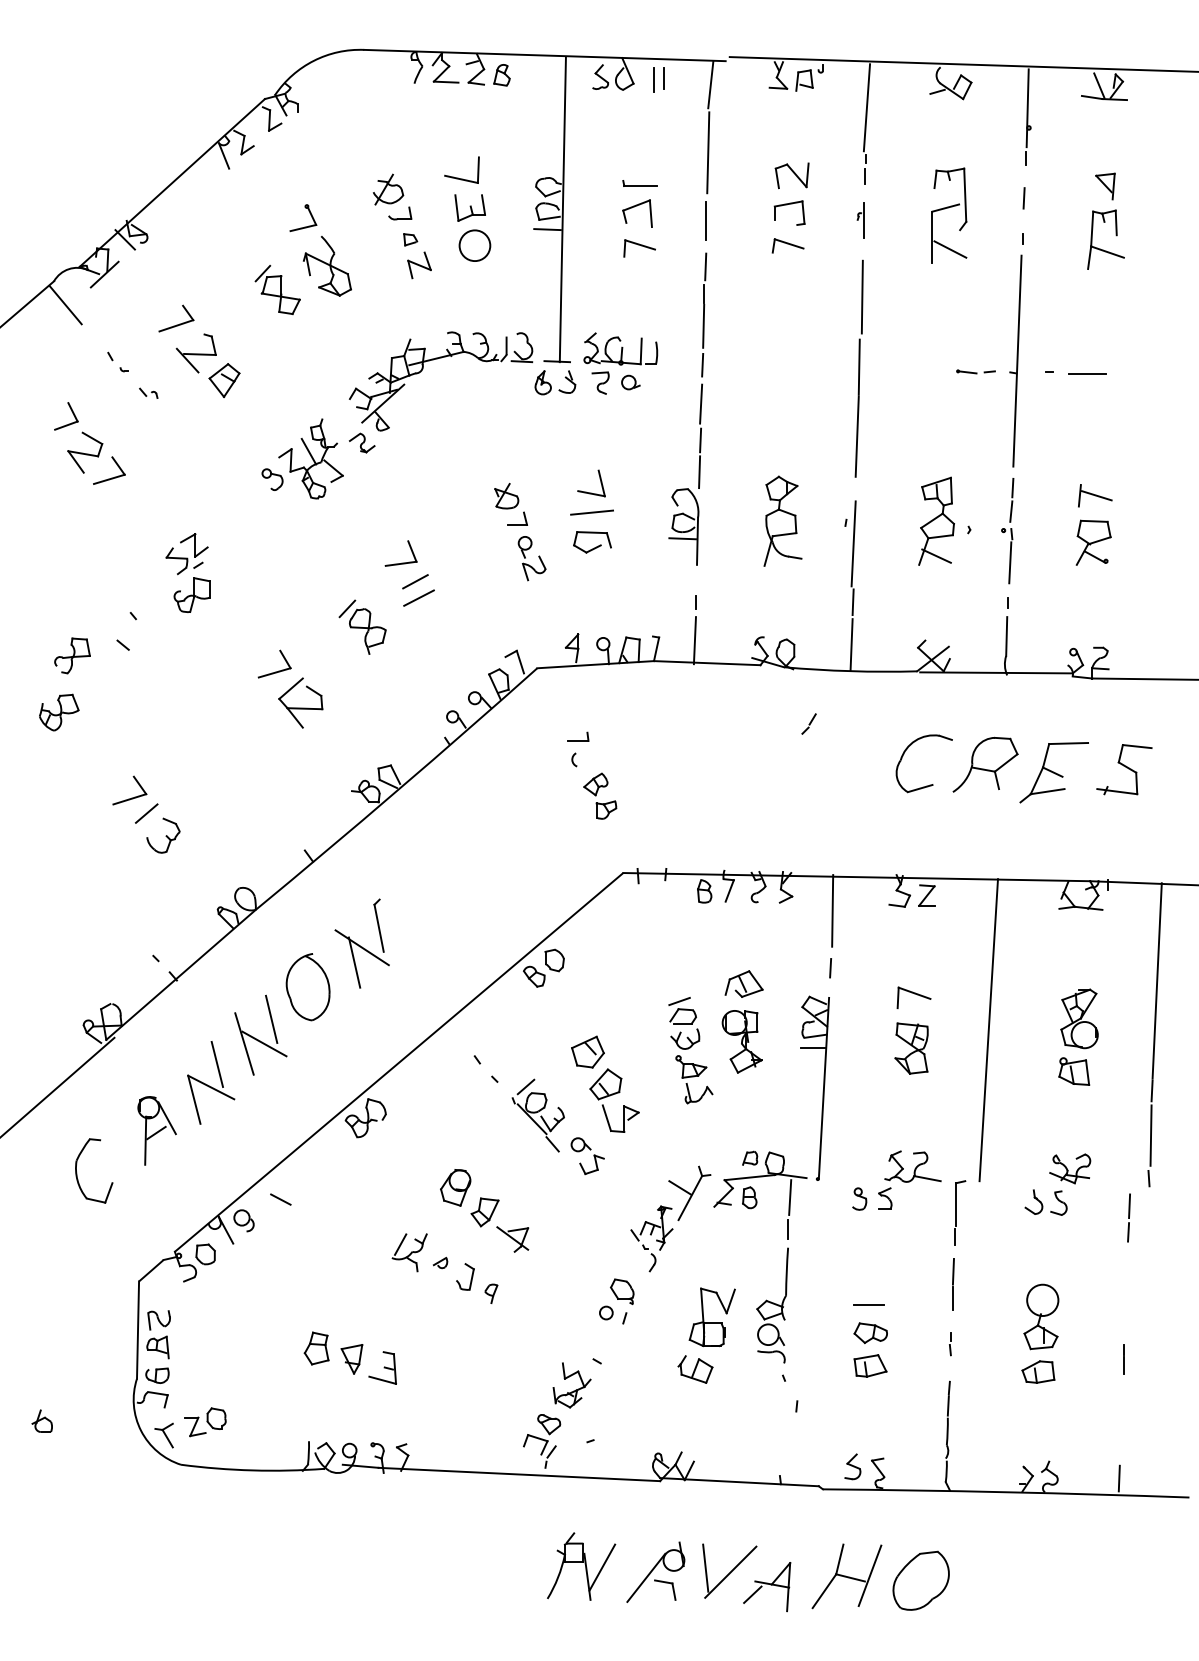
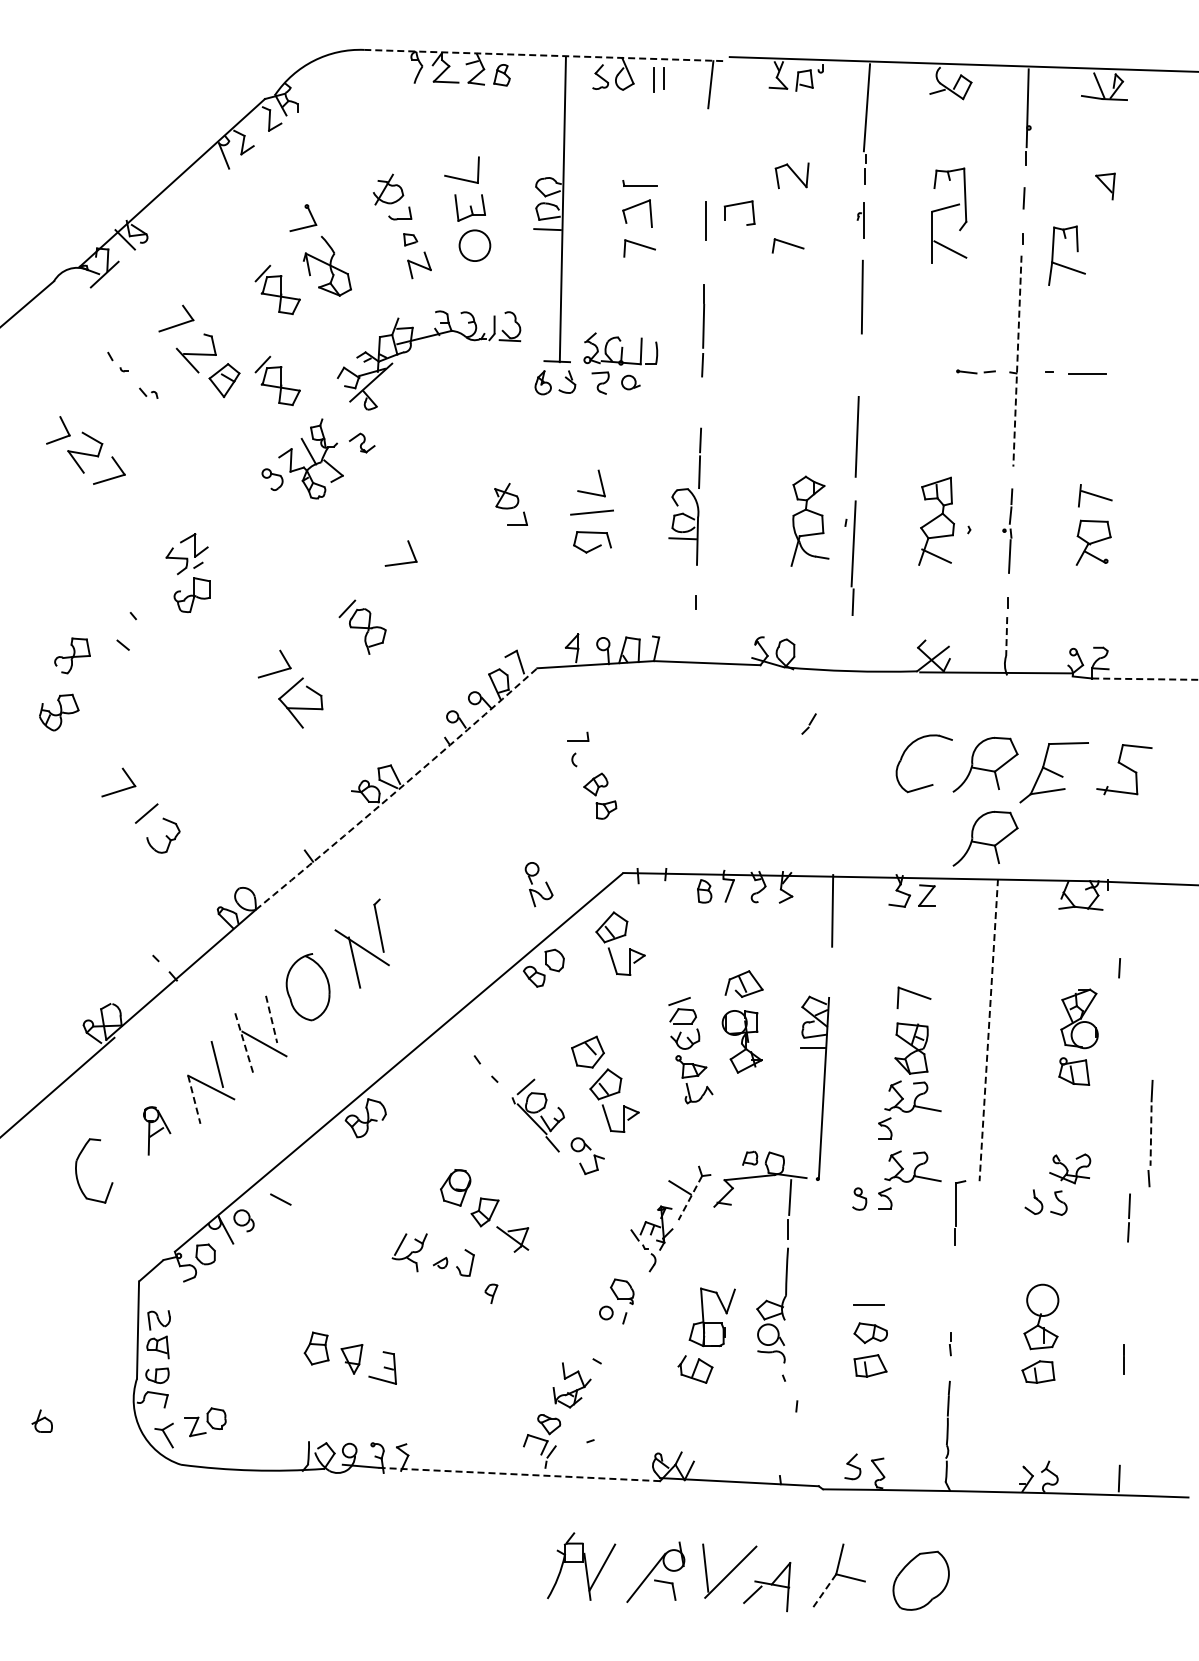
line at (544, 55): solid -> dashed
line at (708, 152): present -> none
part at (787, 205) position: (787, 205) -> (737, 205)
part at (1103, 249) position: (1103, 249) -> (1064, 265)
line at (705, 266): present -> none
line at (65, 305): present -> none
line at (1017, 361): solid -> dashed
line at (858, 366): present -> none
part at (423, 369) position: (423, 369) -> (411, 348)
part at (277, 380): none -> present
line at (701, 403): present -> none
part at (72, 413) position: (72, 413) -> (64, 427)
part at (782, 520) position: (782, 520) -> (809, 520)
part at (1007, 531) size: 14x107 px -> 12x86 px
part at (531, 558) position: (531, 558) -> (538, 884)
line at (415, 581): present -> none
line at (418, 597): present -> none
line at (1006, 637): solid -> dashed
line at (694, 640): present -> none
line at (851, 644): present -> none
line at (1145, 679): solid -> dashed
arc at (397, 790): solid -> dashed
part at (131, 797) position: (131, 797) -> (120, 789)
part at (985, 838): none -> present
part at (620, 943): none -> present
line at (830, 968) position: (830, 968) -> (1119, 968)
line at (1156, 980): present -> none
line at (271, 1019): solid -> dashed
line at (988, 1030): solid -> dashed
line at (244, 1044): solid -> dashed
line at (194, 1099): solid -> dashed
part at (909, 1109): none -> present
part at (156, 1130) size: 40x70 px -> 29x50 px
line at (1151, 1136): solid -> dashed
part at (749, 1197): present -> none
line at (690, 1198): solid -> dashed
part at (465, 1276) position: (465, 1276) -> (465, 1262)
line at (953, 1284): present -> none
line at (519, 1474): solid -> dashed
line at (869, 1575): present -> none
line at (824, 1591): solid -> dashed
